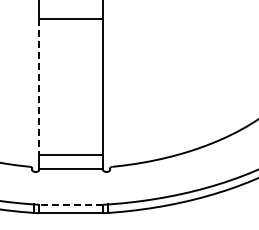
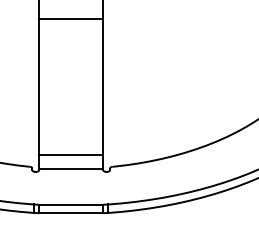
line at (39, 86): dashed -> solid
line at (70, 204): dashed -> solid
